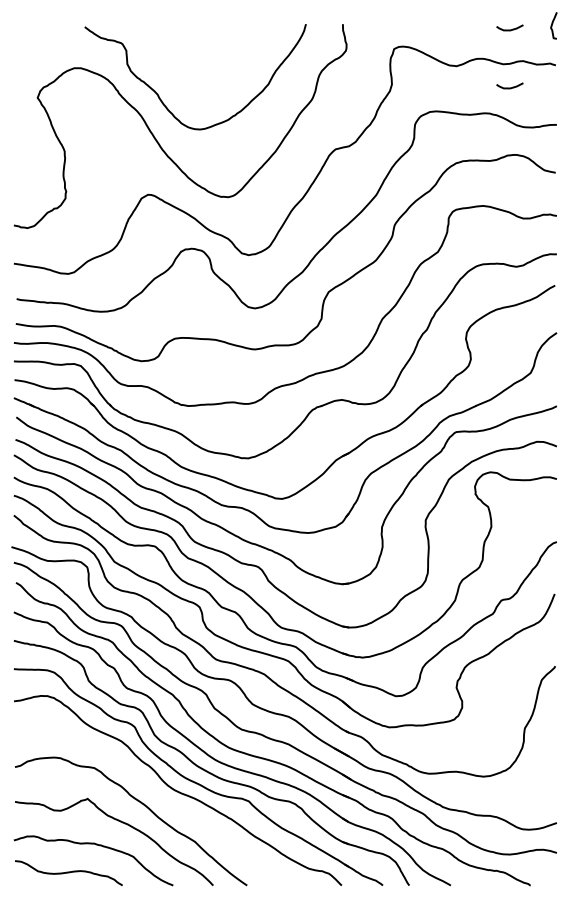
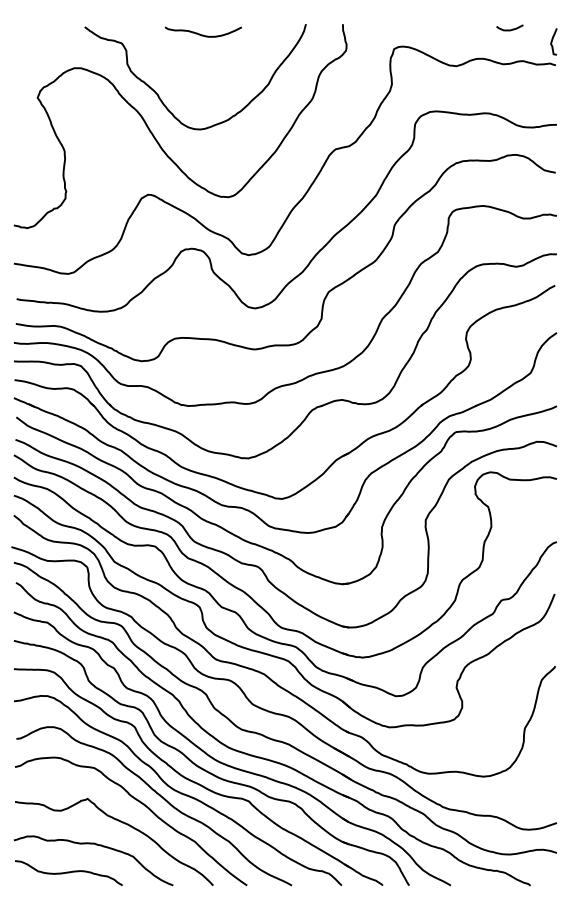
curve at (552, 25) position: (552, 25) -> (552, 41)
curve at (200, 33): none -> present
curve at (509, 87): present -> none
curve at (159, 796): none -> present
